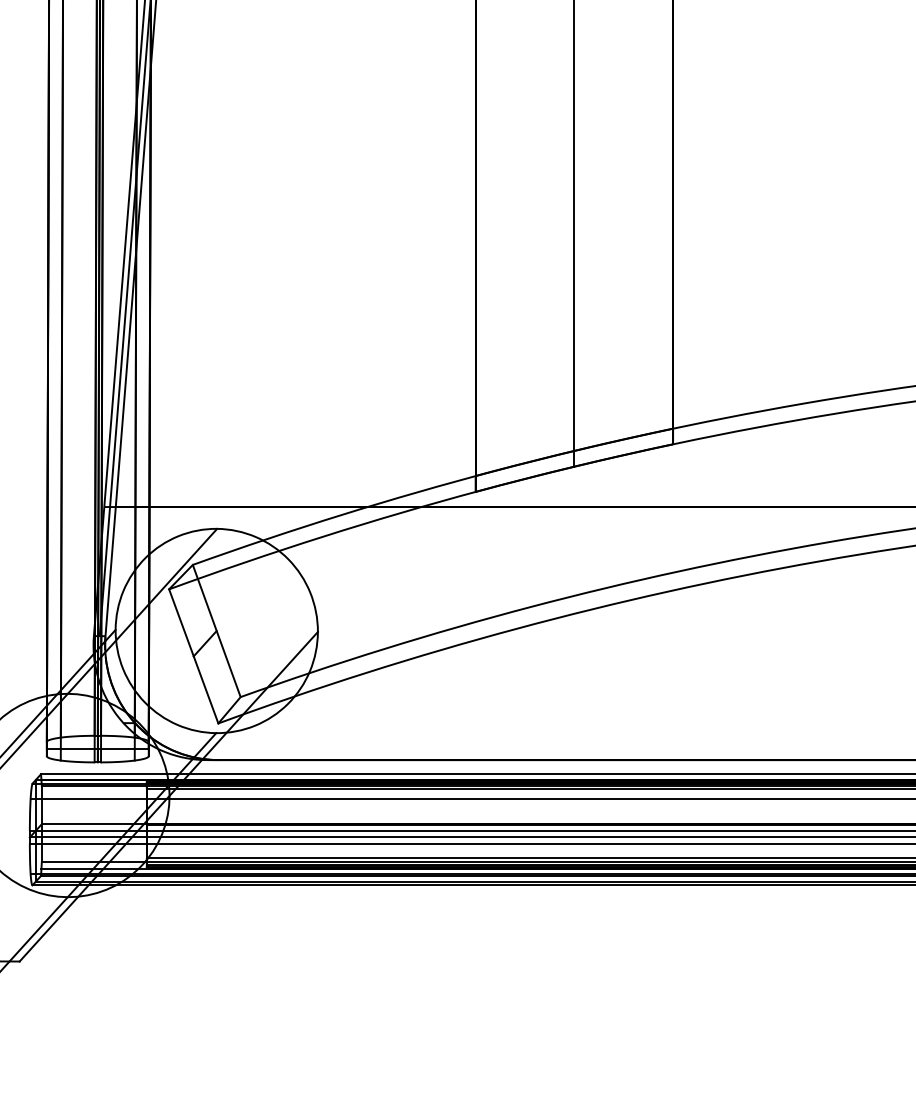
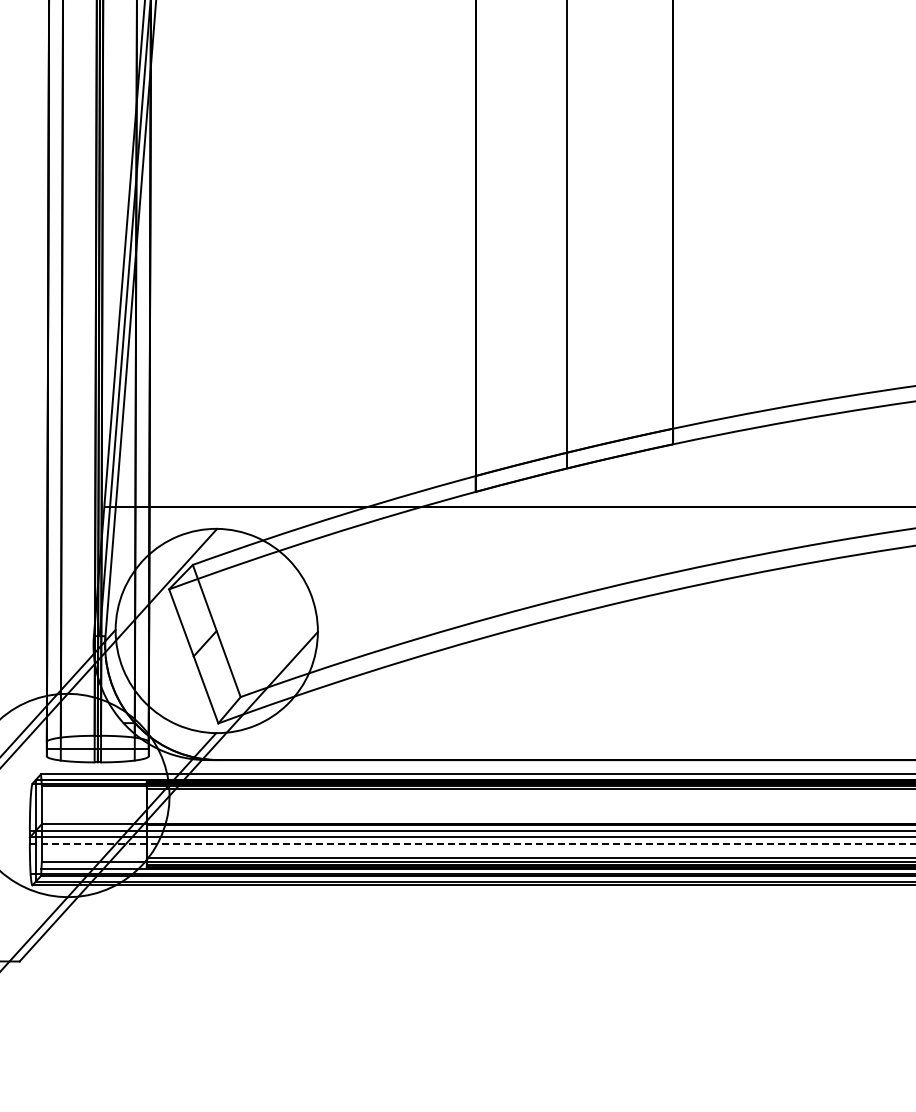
line at (574, 234) position: (574, 234) -> (567, 234)
line at (471, 798): present -> none
line at (472, 843): solid -> dashed
